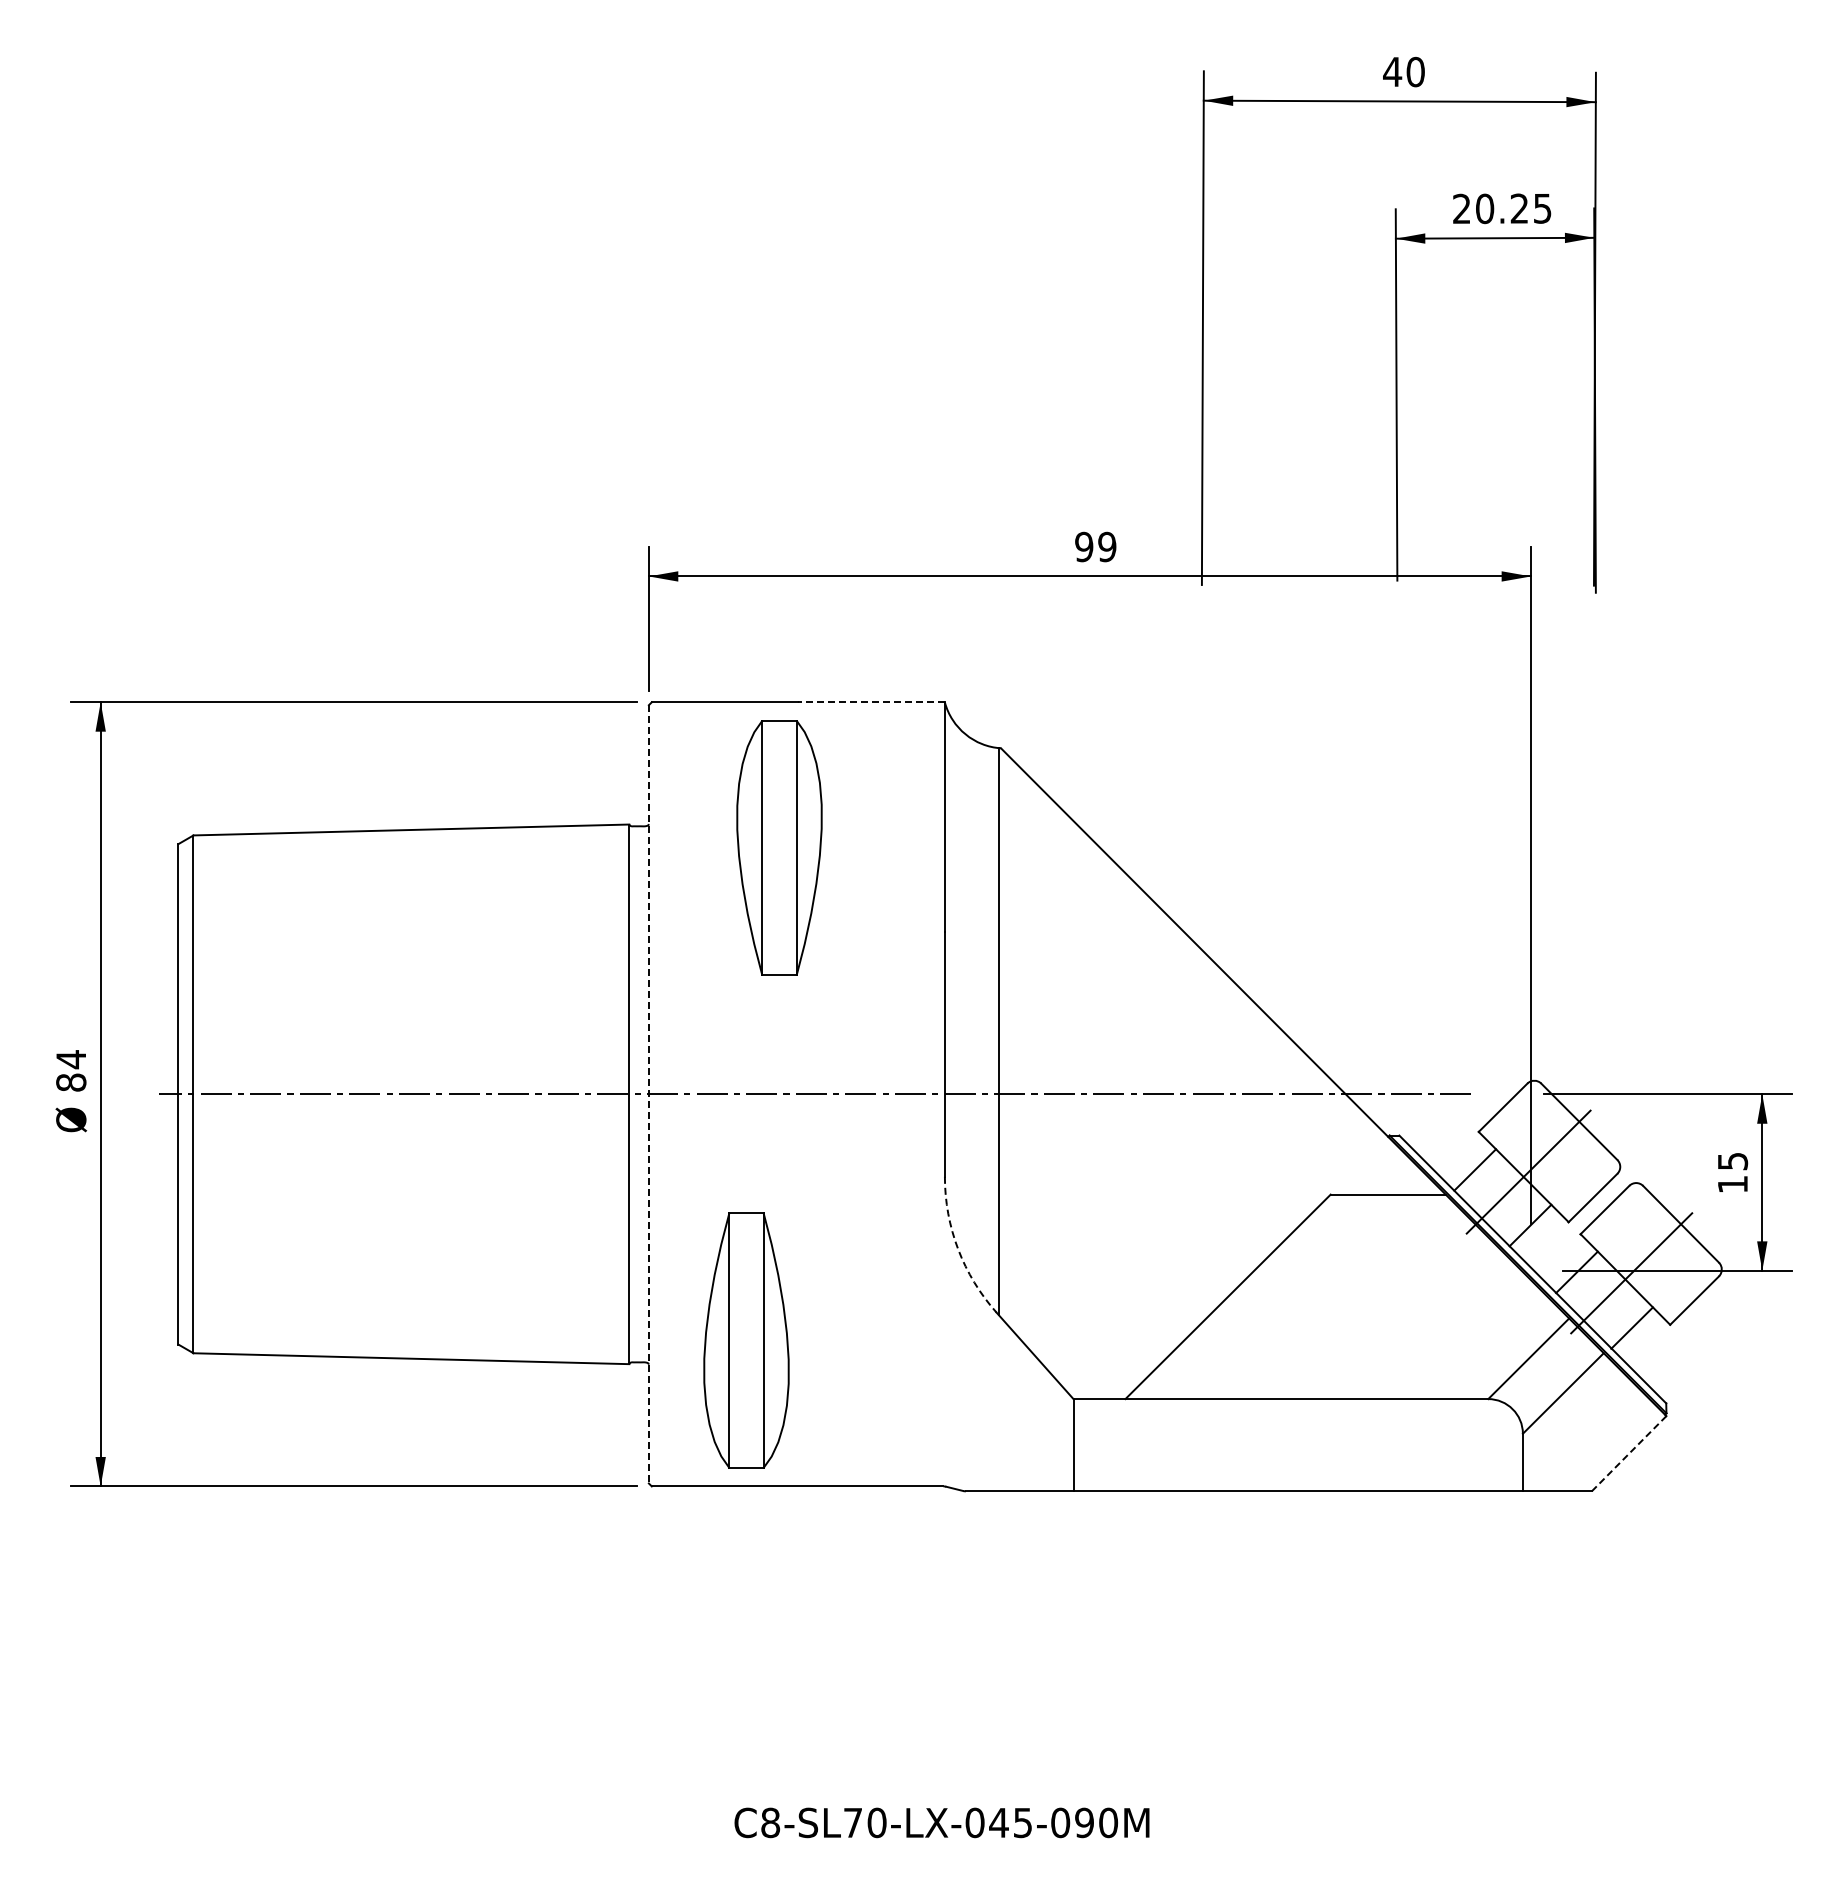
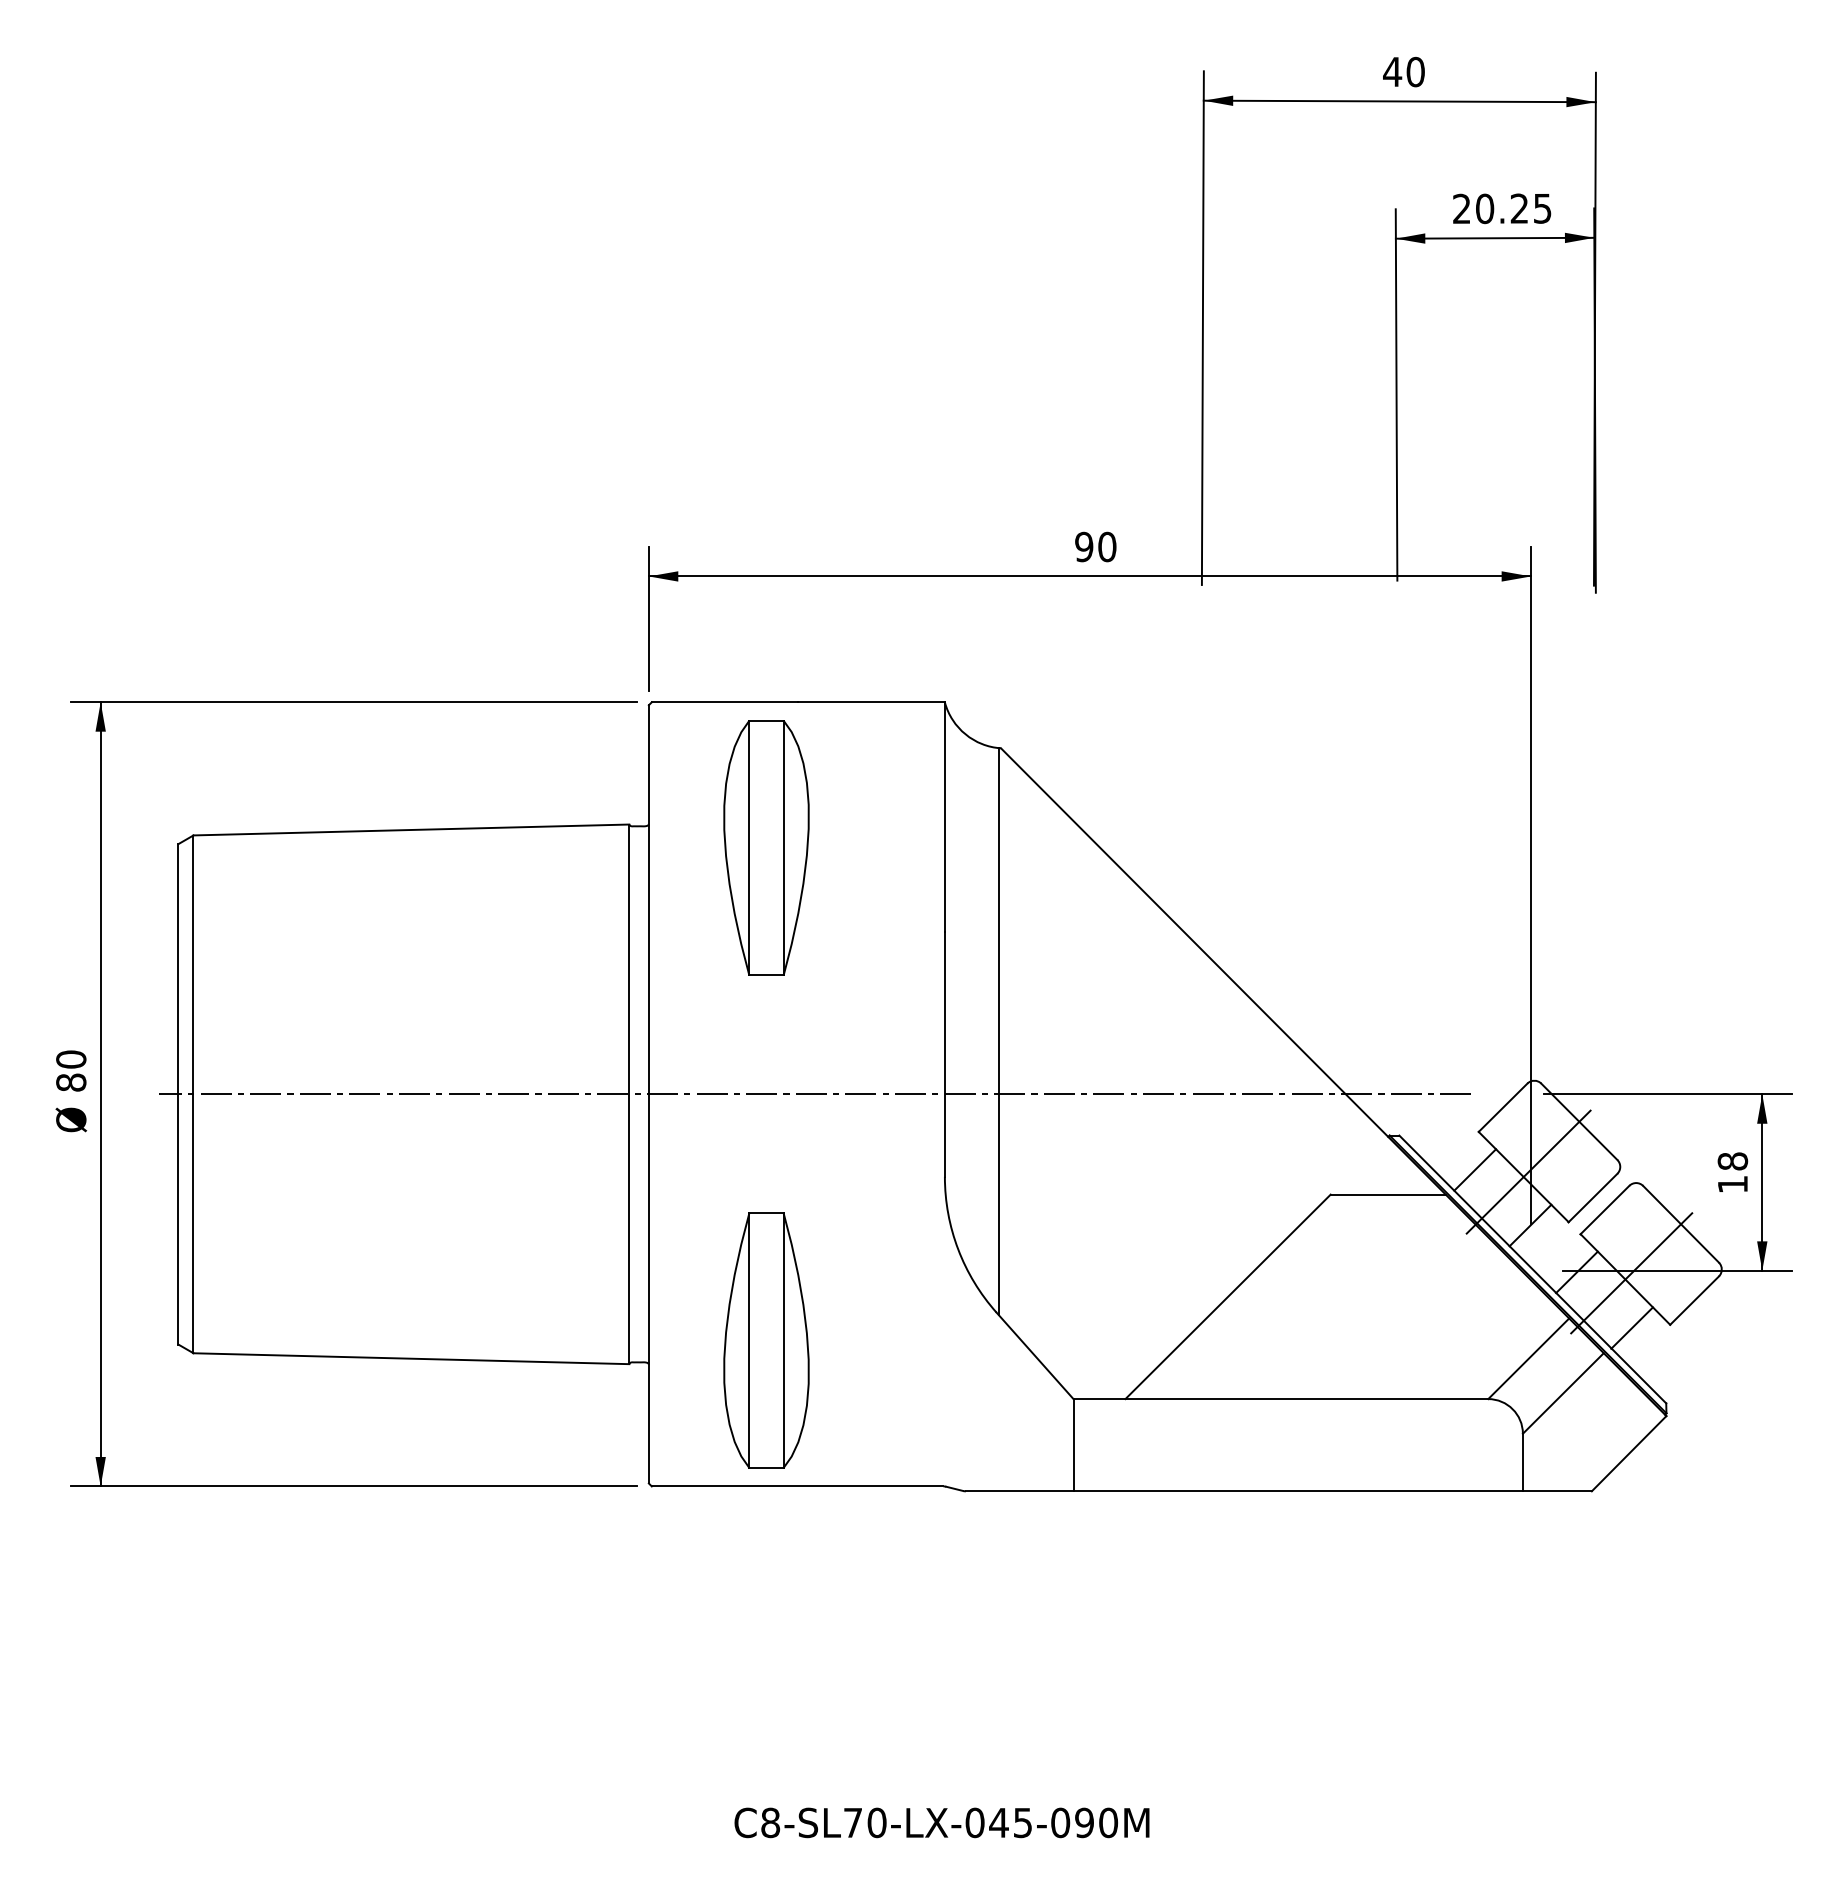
text at (1107, 547): 99 -> 90
line at (871, 702): dashed -> solid
part at (779, 847) position: (779, 847) -> (766, 847)
text at (71, 1059): 84 -> 80
line at (648, 1094): dashed -> solid
text at (1732, 1161): 15 -> 18
arc at (958, 1249): dashed -> solid
part at (746, 1340) position: (746, 1340) -> (766, 1340)
line at (1629, 1453): dashed -> solid
